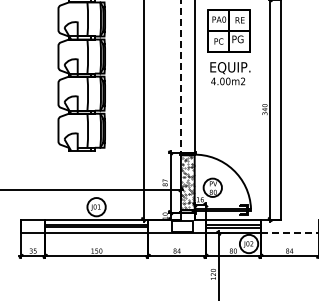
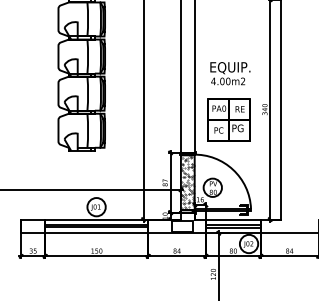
part at (228, 30) position: (228, 30) -> (228, 119)
line at (180, 77): dashed -> solid
line at (289, 233): dashed -> solid
